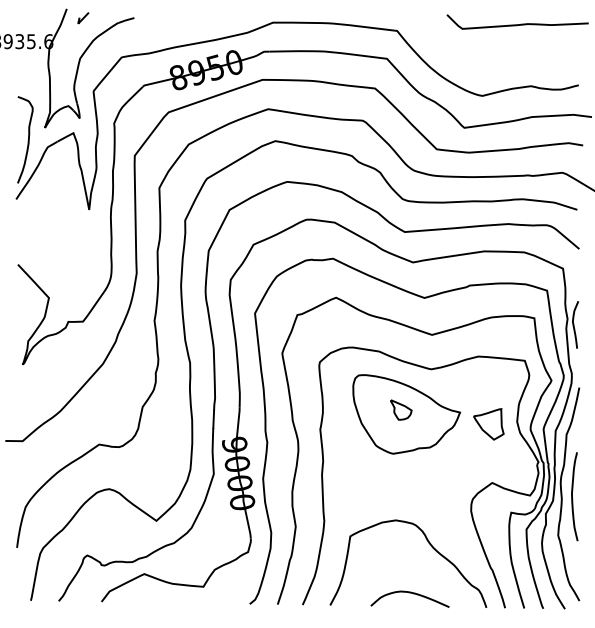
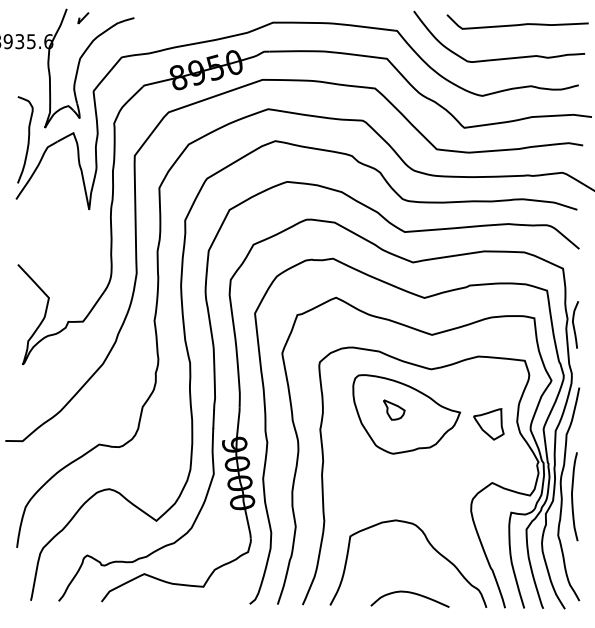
curve at (499, 58): none -> present
part at (401, 409) position: (401, 409) -> (394, 409)
